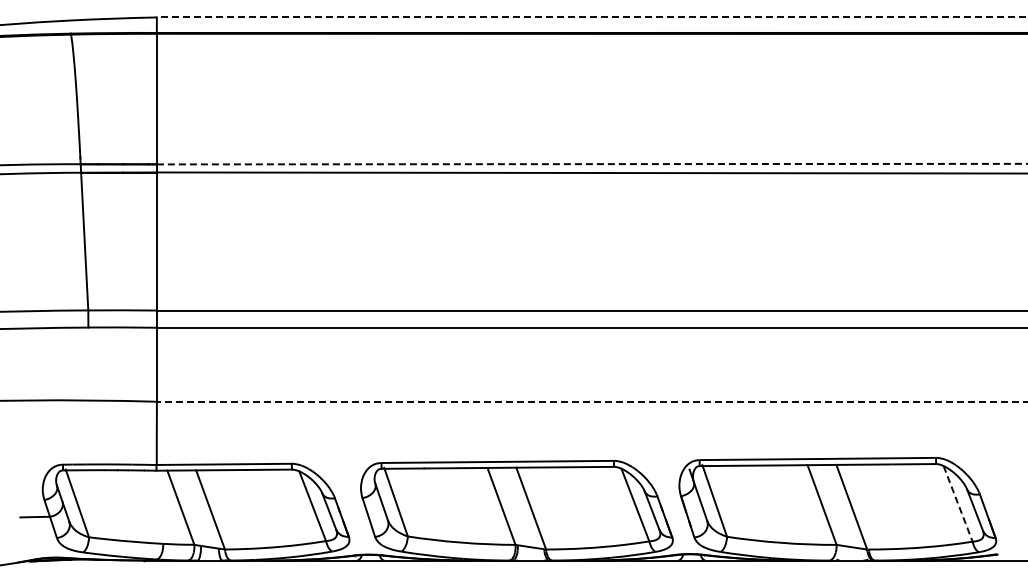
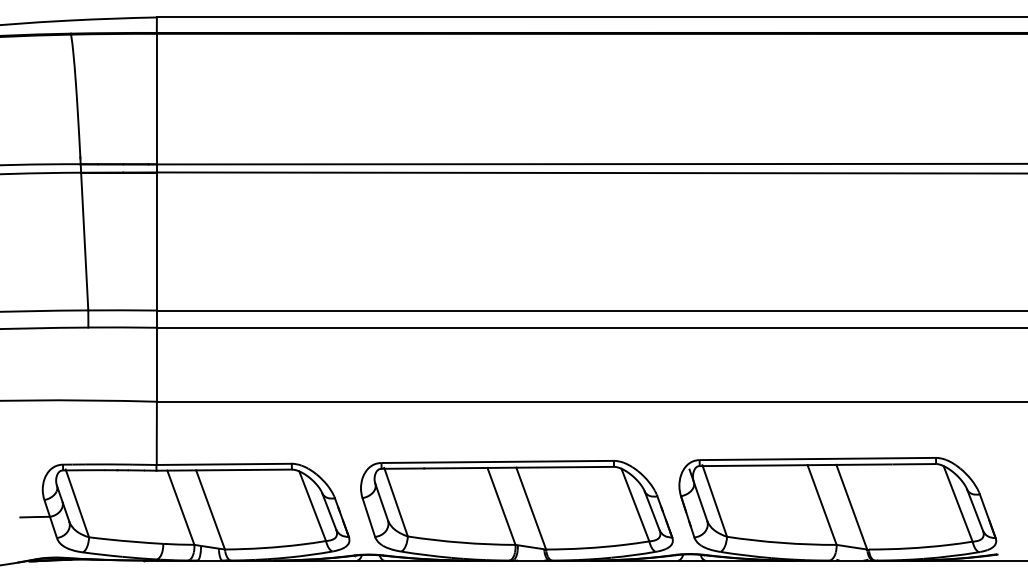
line at (591, 17): dashed -> solid
line at (592, 164): dashed -> solid
line at (591, 401): dashed -> solid
line at (958, 503): dashed -> solid
